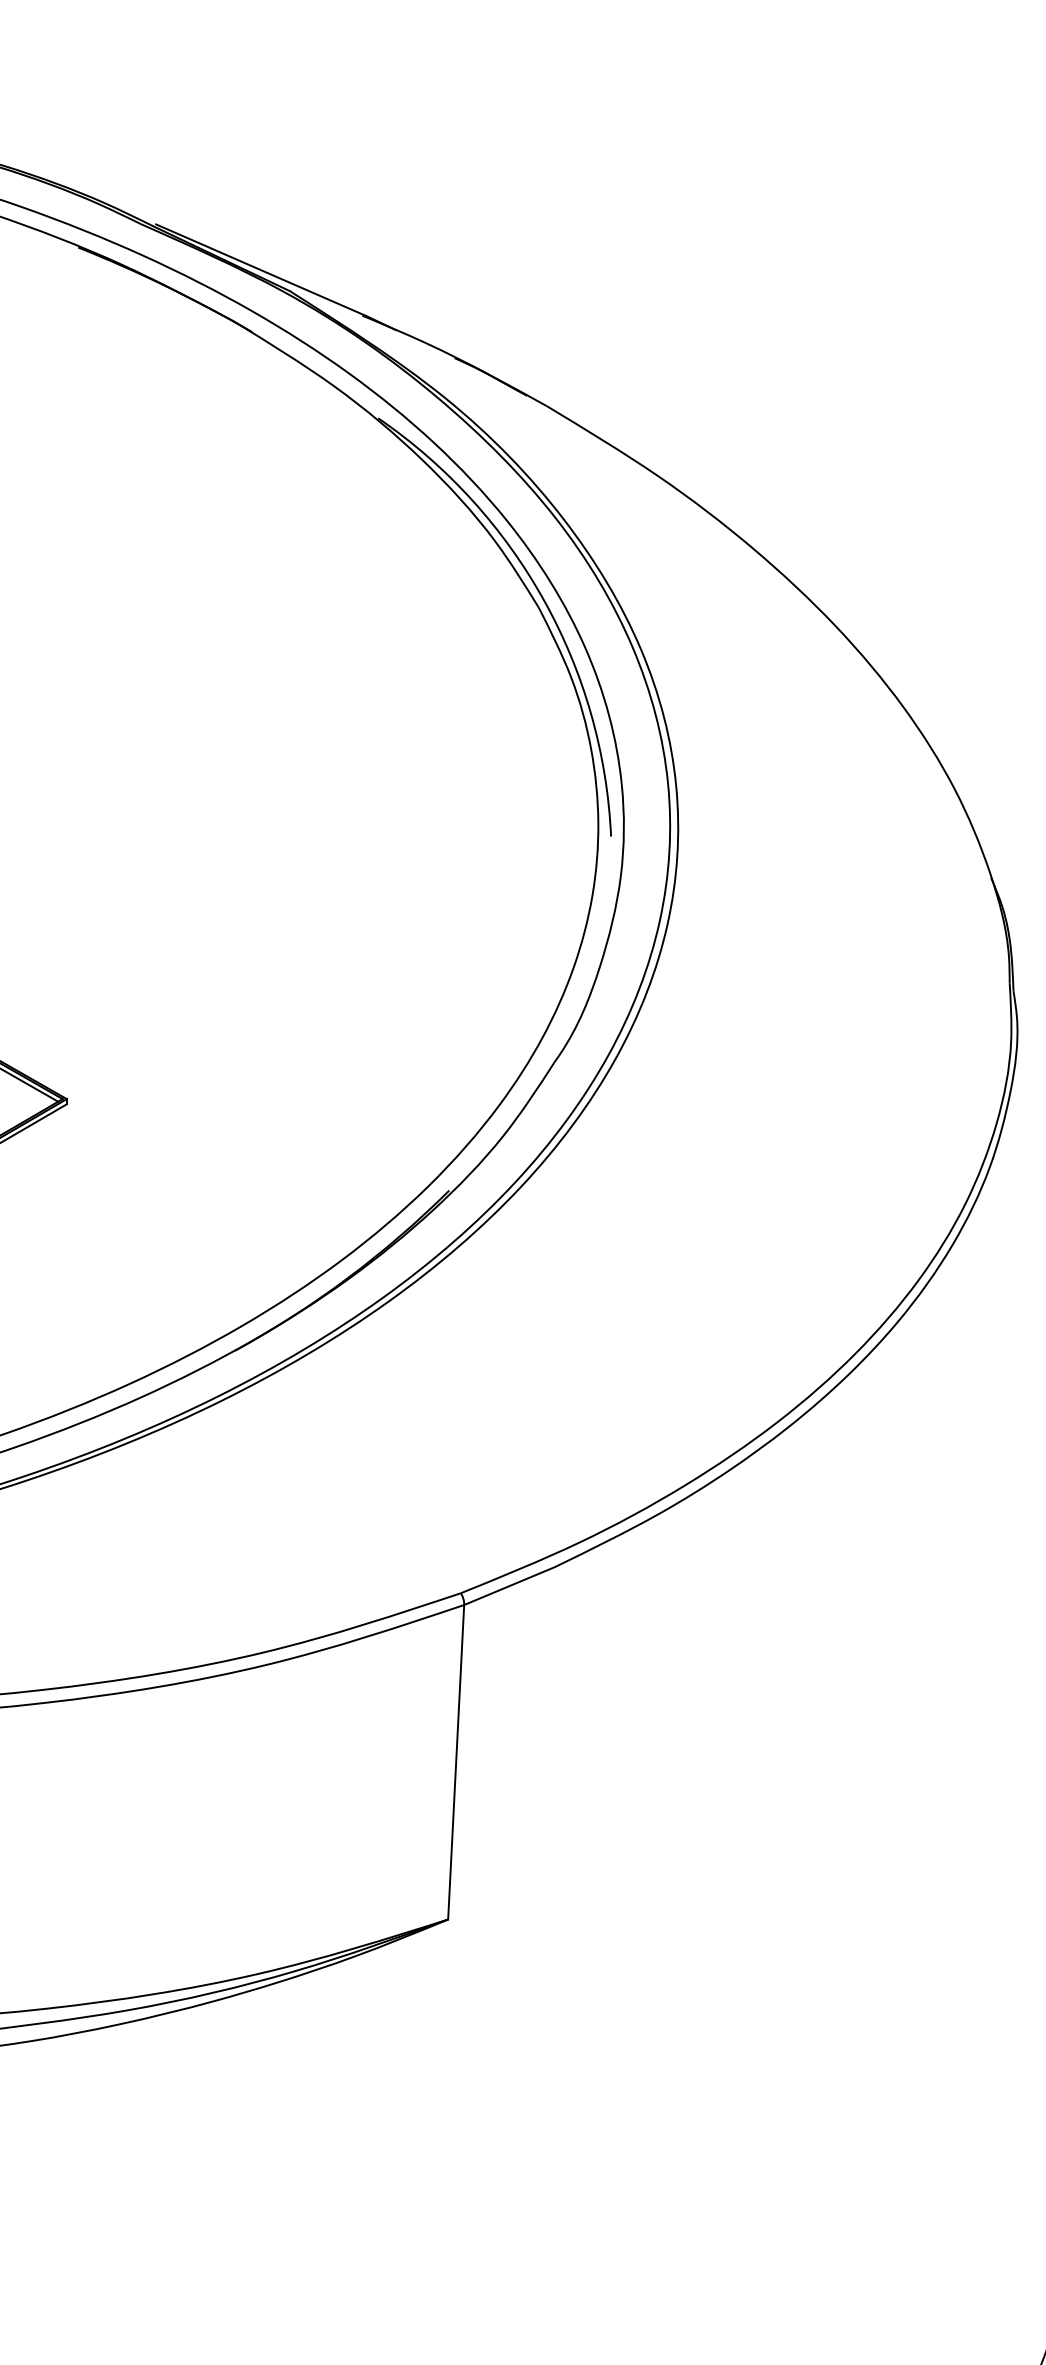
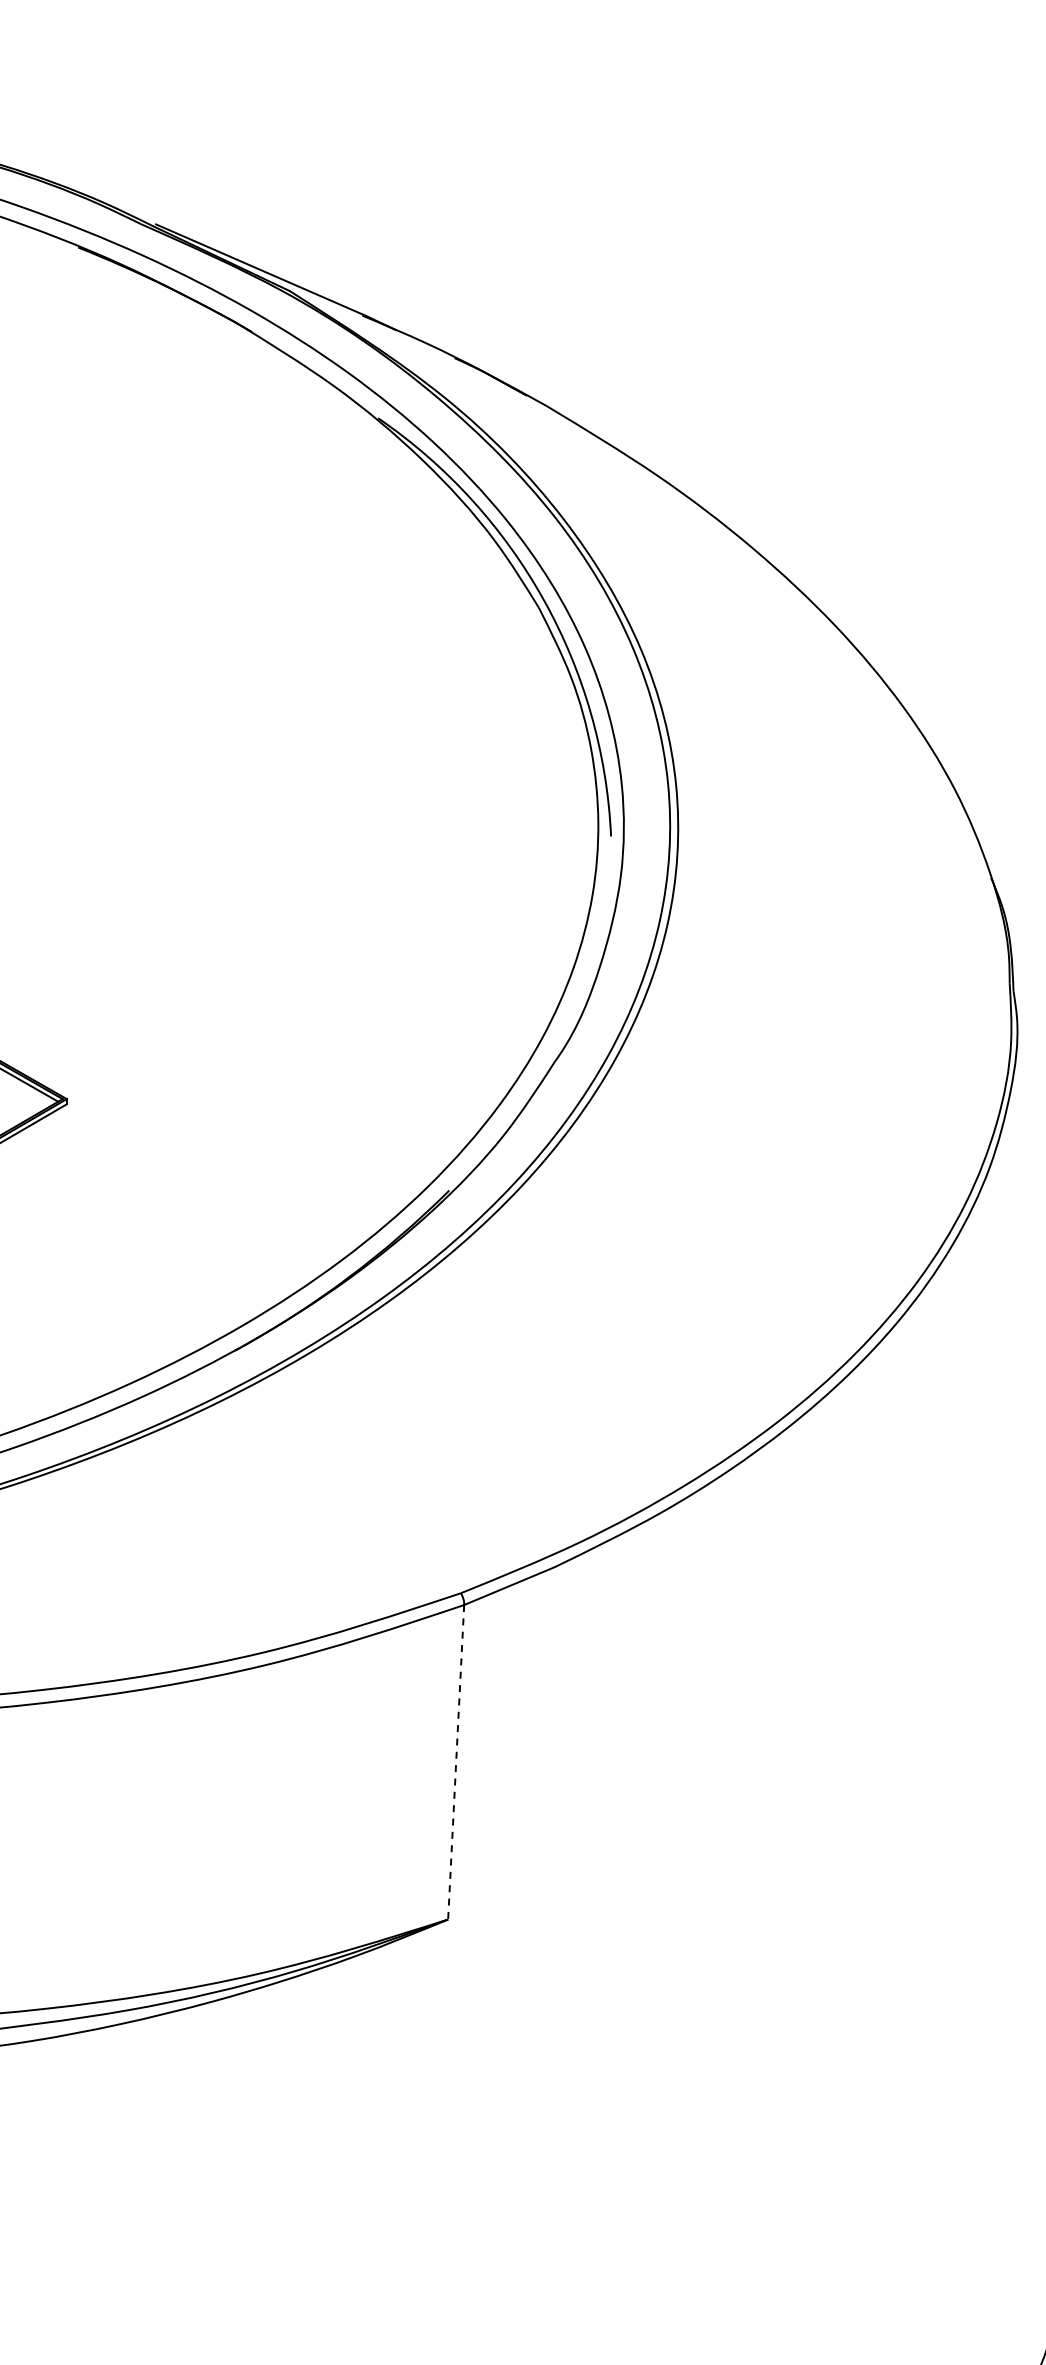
line at (456, 1762): solid -> dashed
